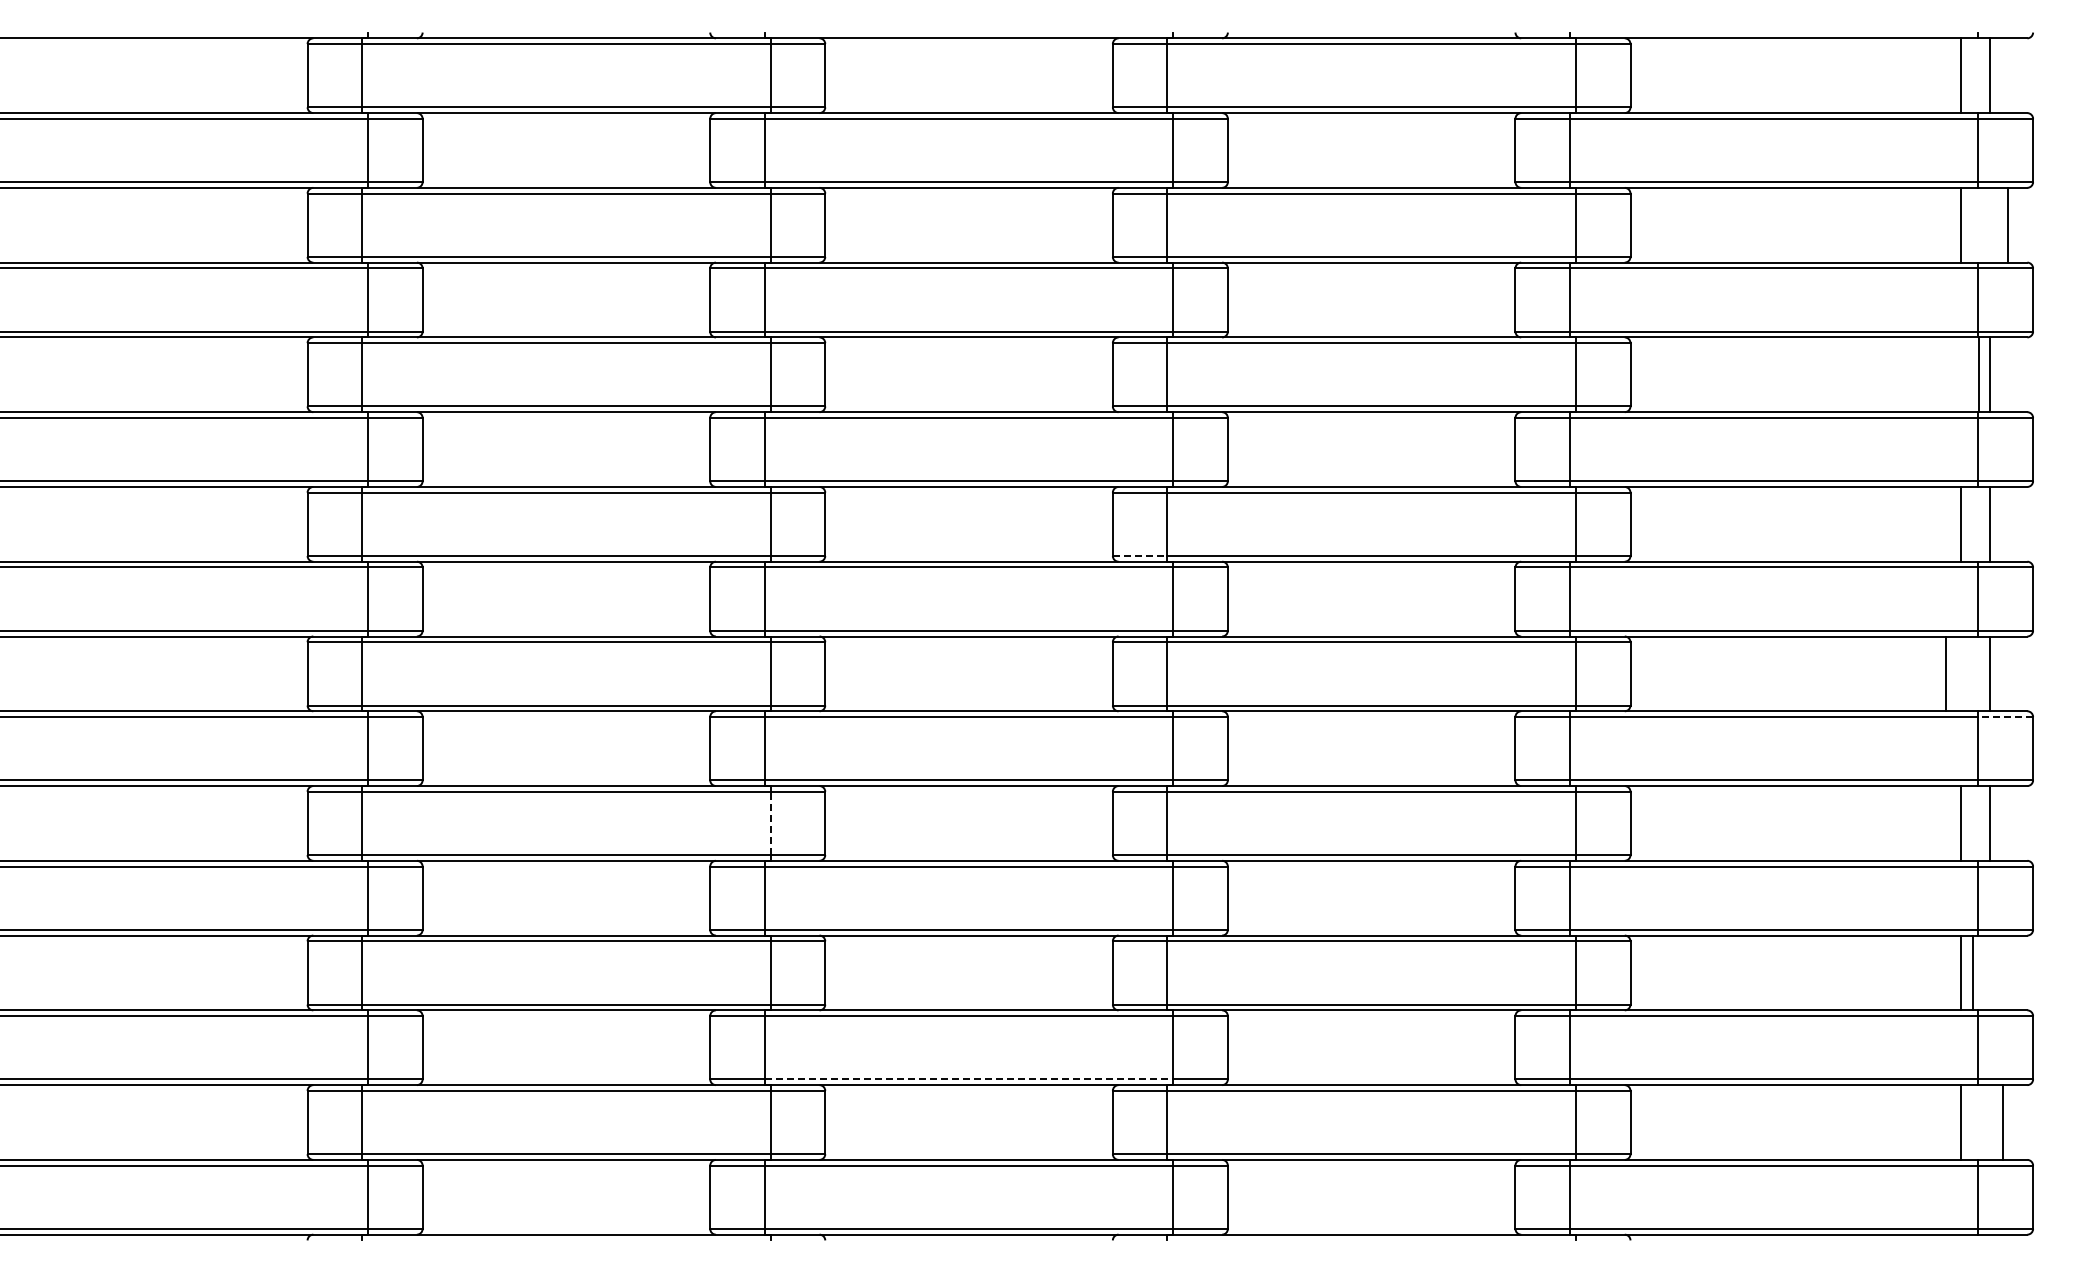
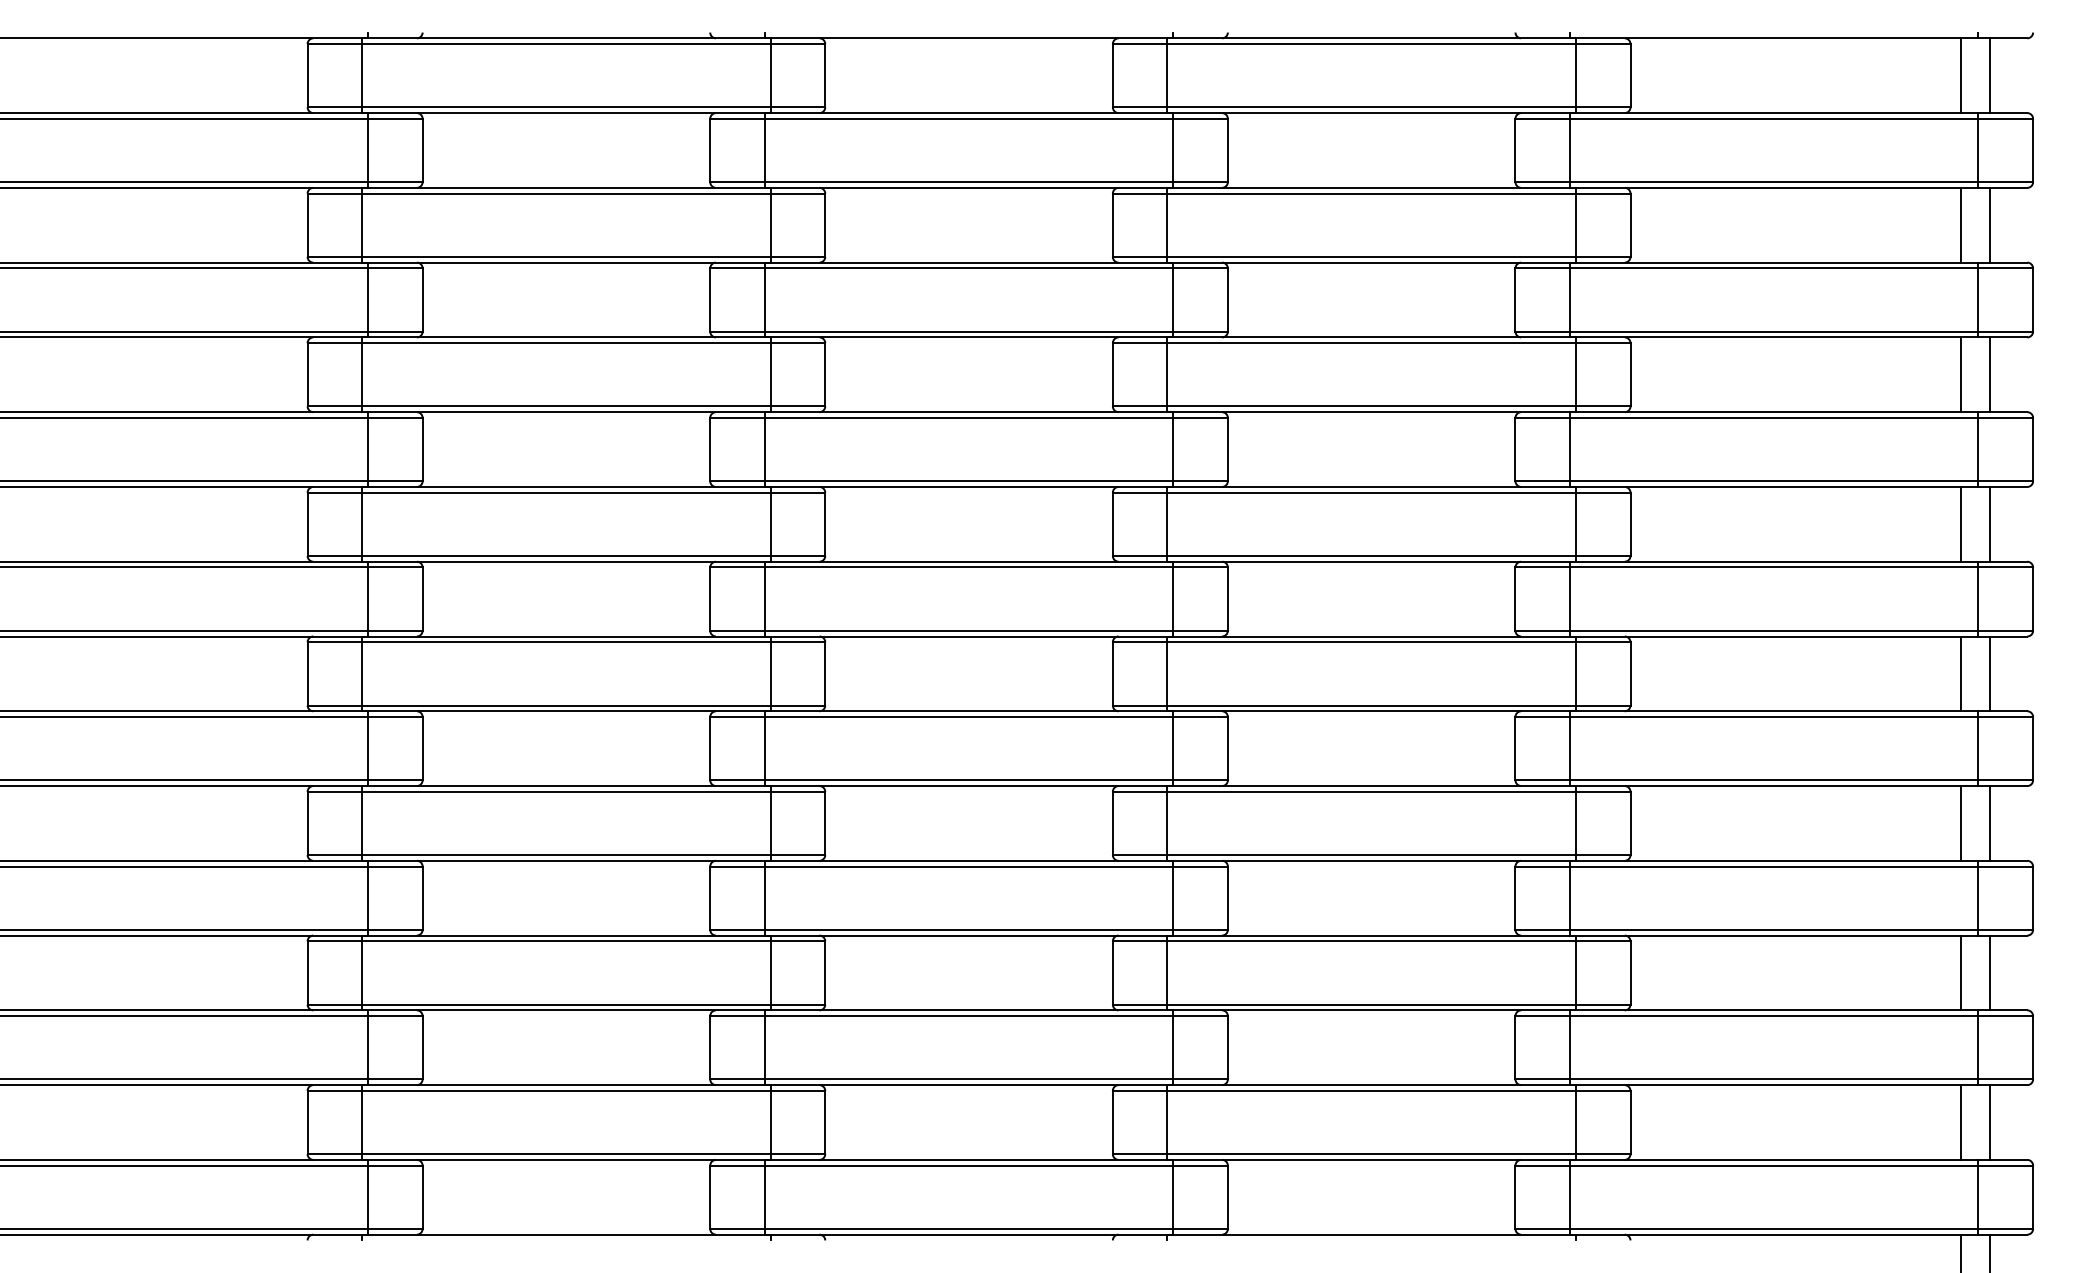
line at (2007, 224) position: (2007, 224) -> (1989, 224)
line at (1979, 374) position: (1979, 374) -> (1961, 374)
line at (1140, 555): dashed -> solid
line at (1946, 673) position: (1946, 673) -> (1961, 673)
line at (2005, 717): dashed -> solid
line at (770, 823): dashed -> solid
line at (1972, 972) position: (1972, 972) -> (1989, 972)
line at (969, 1079): dashed -> solid
line at (2002, 1122) position: (2002, 1122) -> (1989, 1122)
line at (1961, 1251): none -> present
line at (1989, 1251): none -> present
